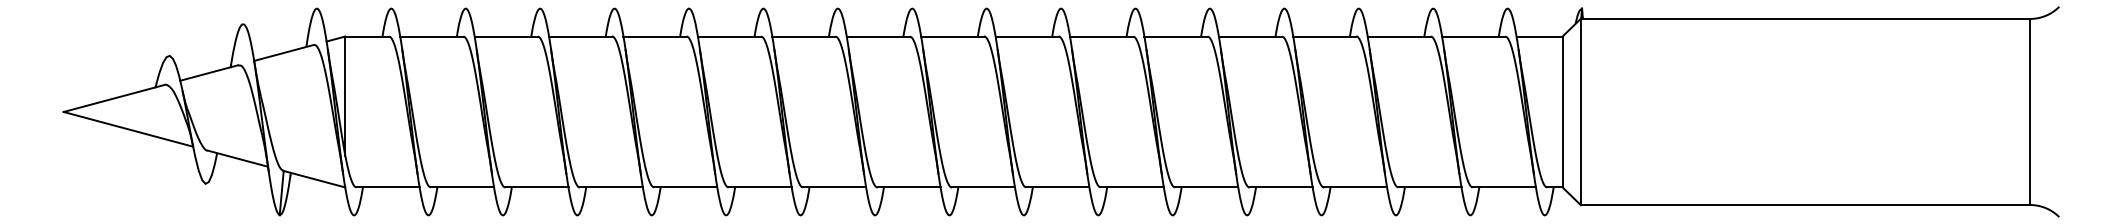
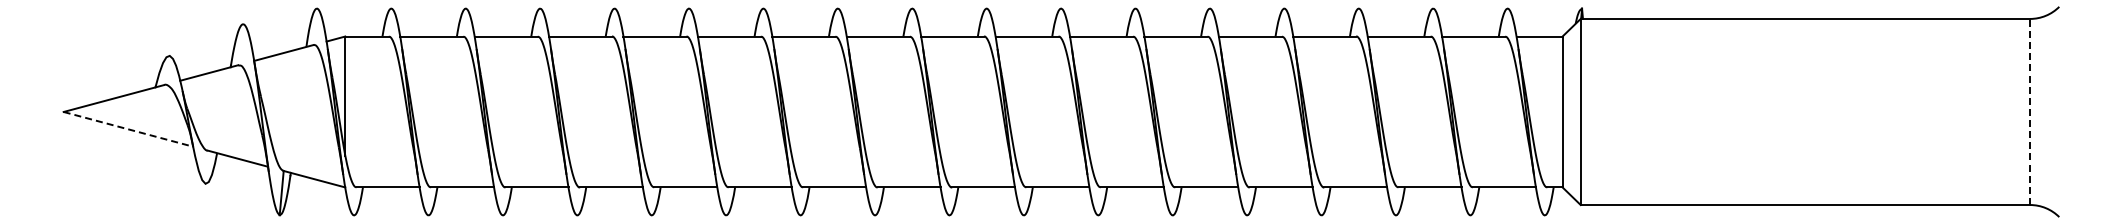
line at (2030, 111): solid -> dashed
line at (128, 129): solid -> dashed
